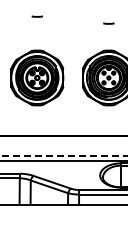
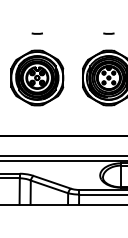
arc at (36, 16) position: (36, 16) -> (36, 33)
line at (108, 23) position: (108, 23) -> (108, 33)
line at (64, 156): dashed -> solid
